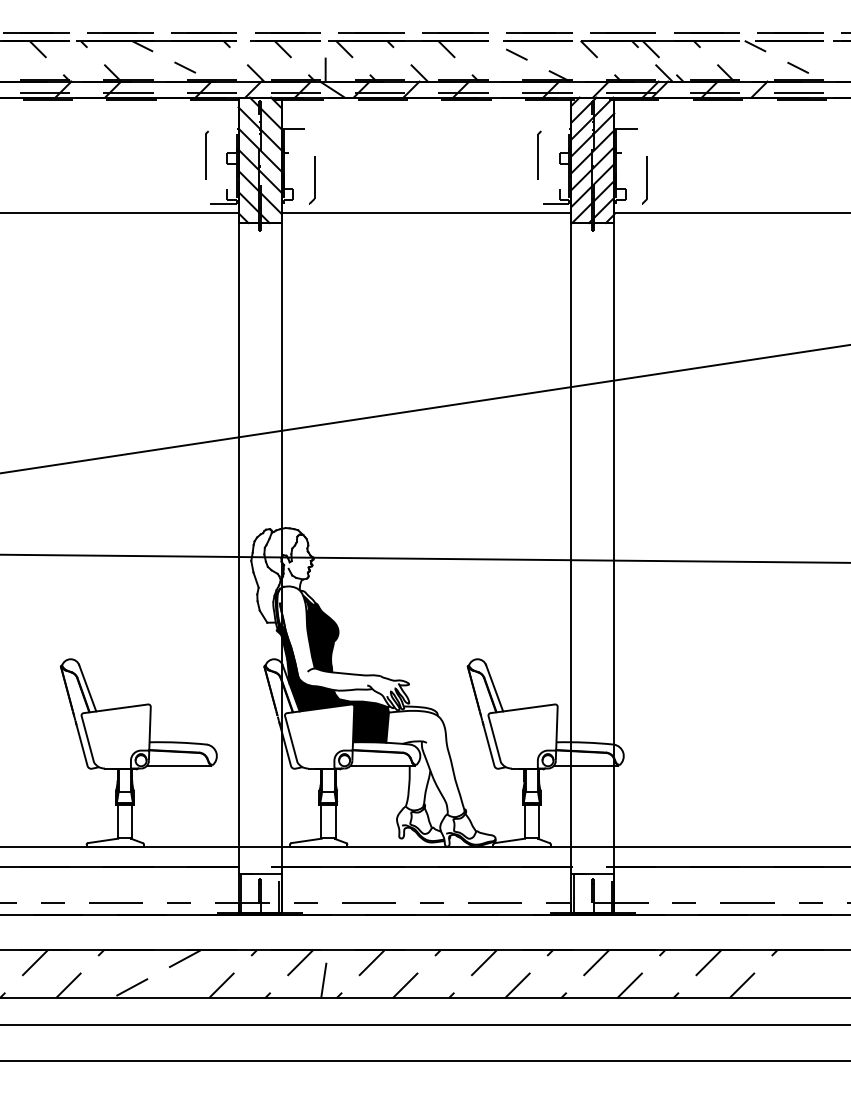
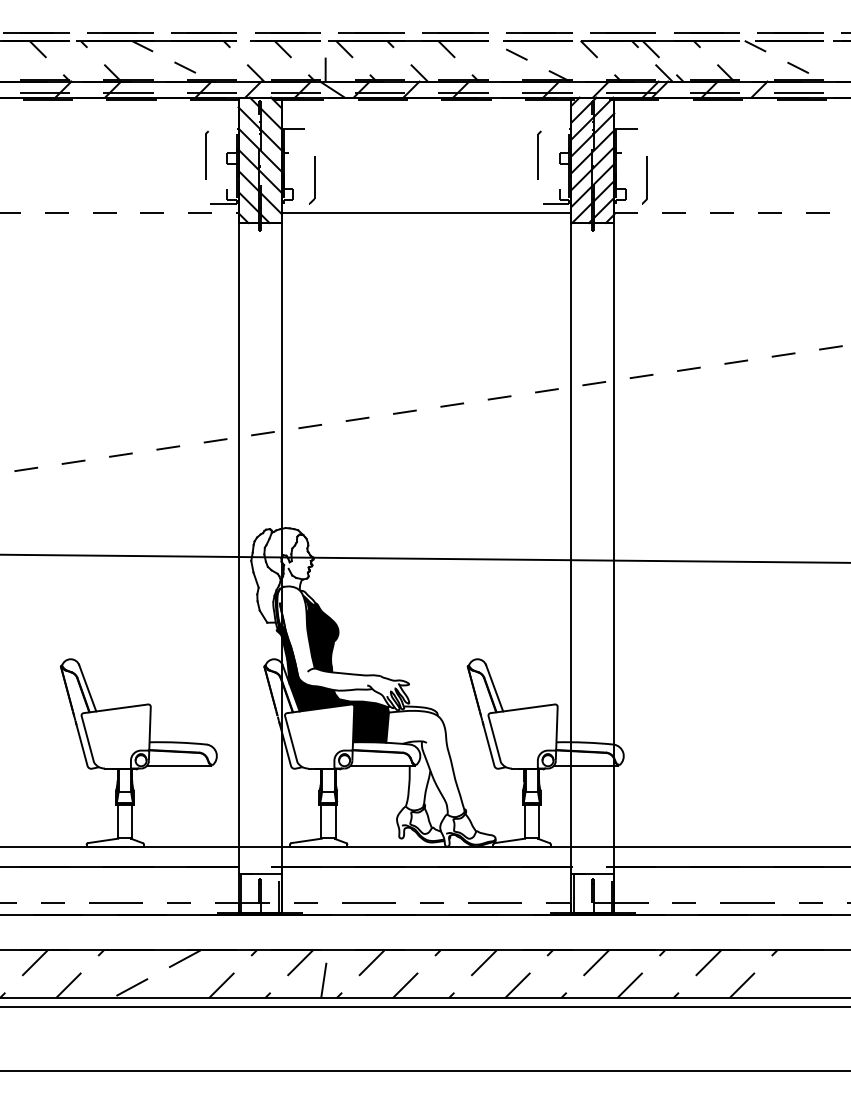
line at (119, 213): solid -> dashed
line at (732, 213): solid -> dashed
line at (425, 409): solid -> dashed
line at (424, 1025) position: (424, 1025) -> (424, 1007)
line at (424, 1061) position: (424, 1061) -> (424, 1071)
